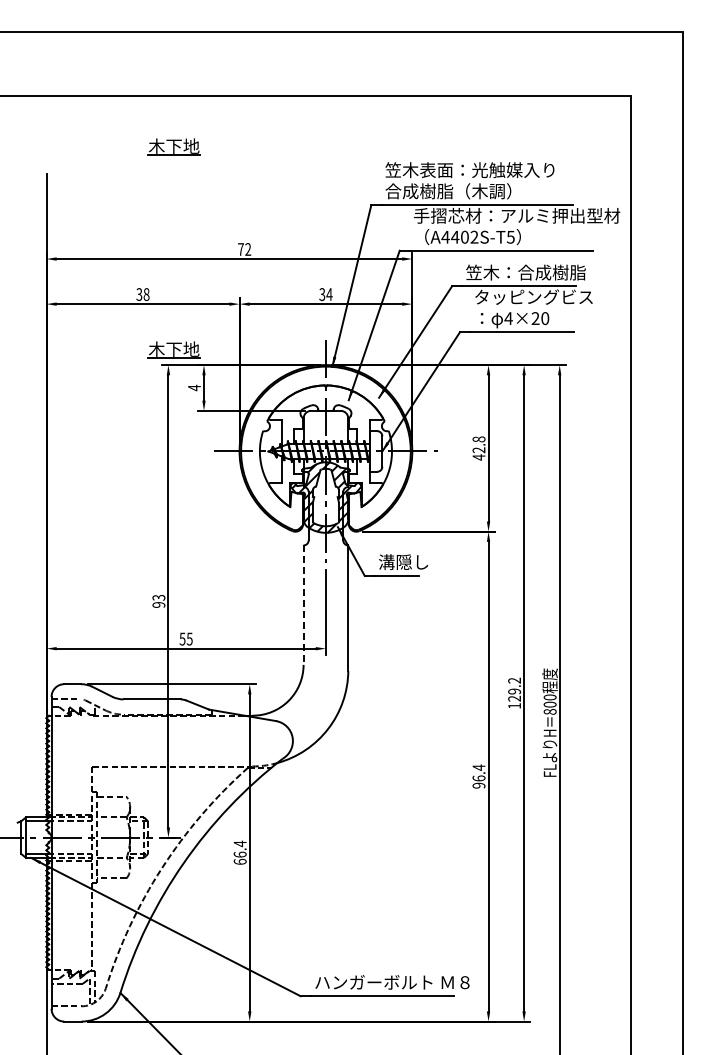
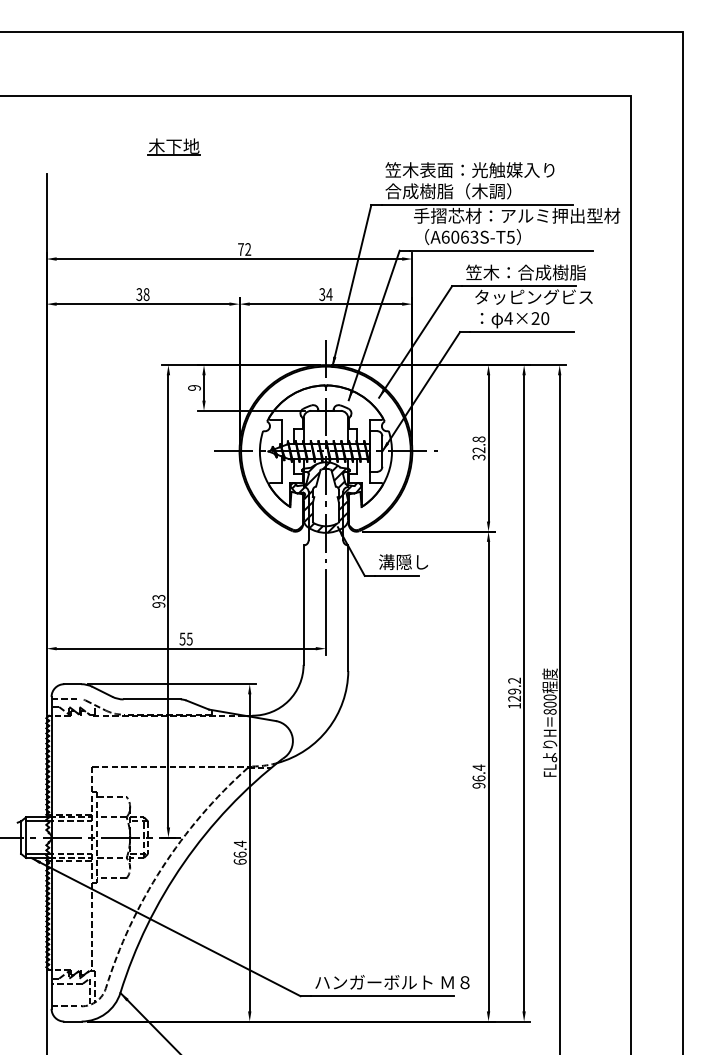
text at (459, 236): A4402S-T5 -> A6063S-T5
part at (173, 349): present -> none
text at (194, 387): 4 -> 9
text at (478, 457): 42.8 -> 32.8
line at (303, 605): dashed -> solid
